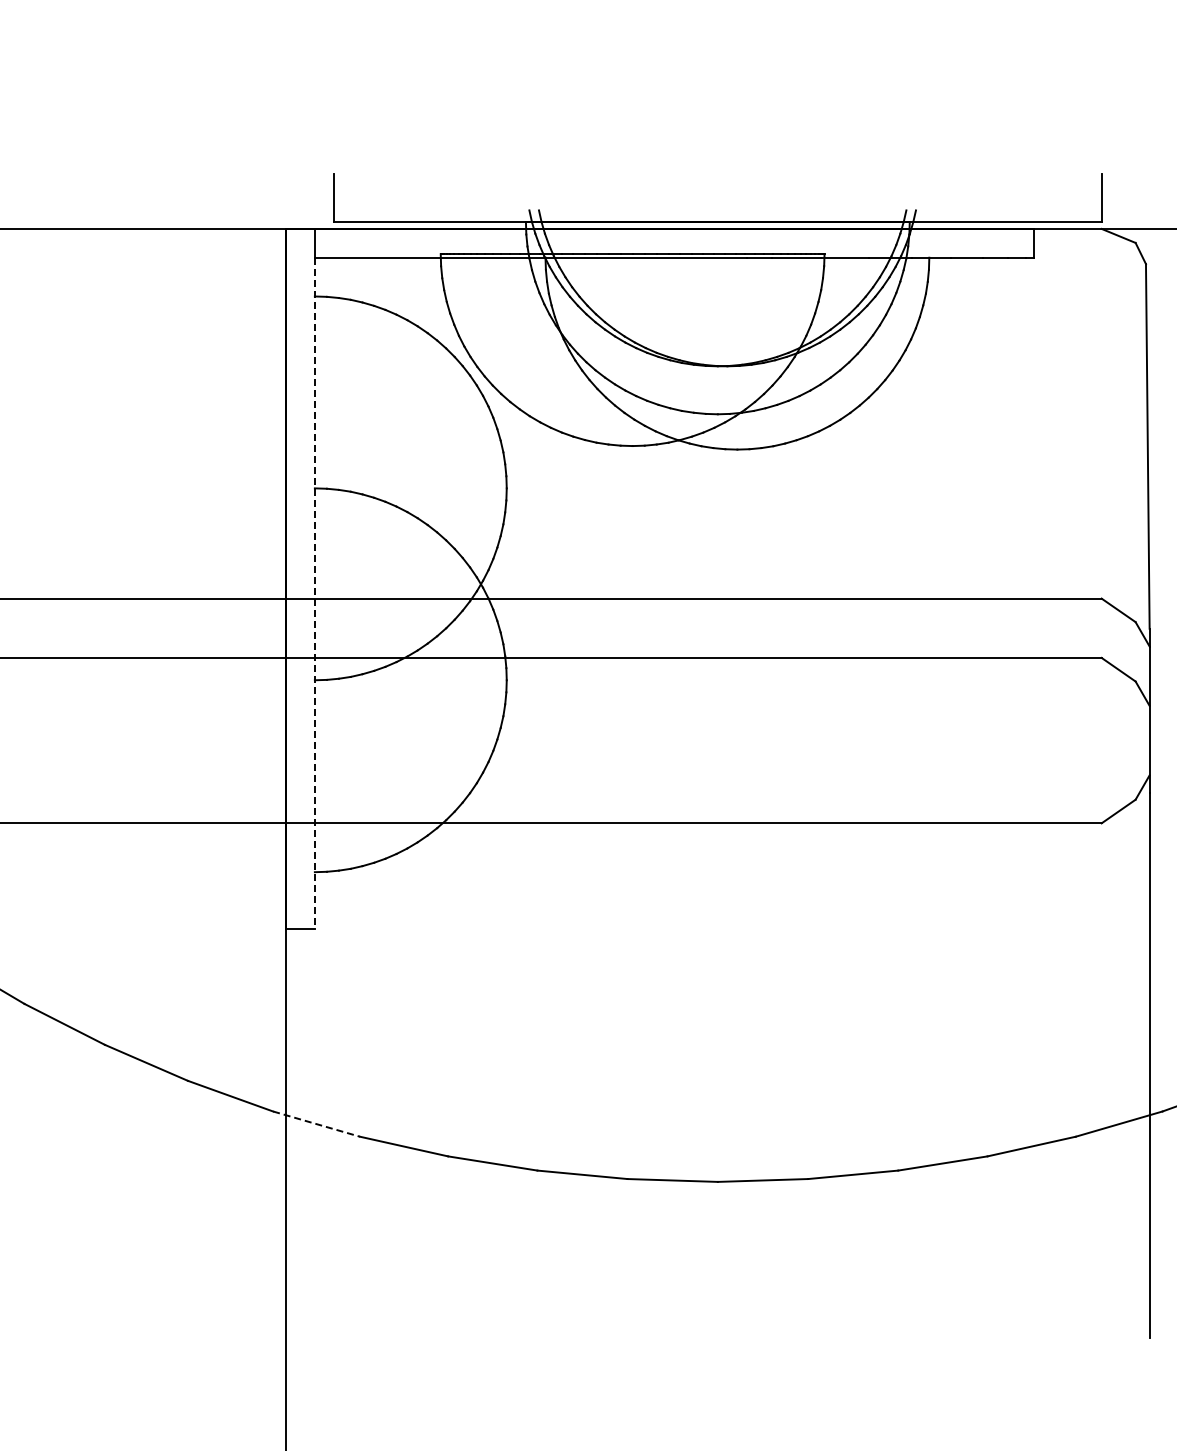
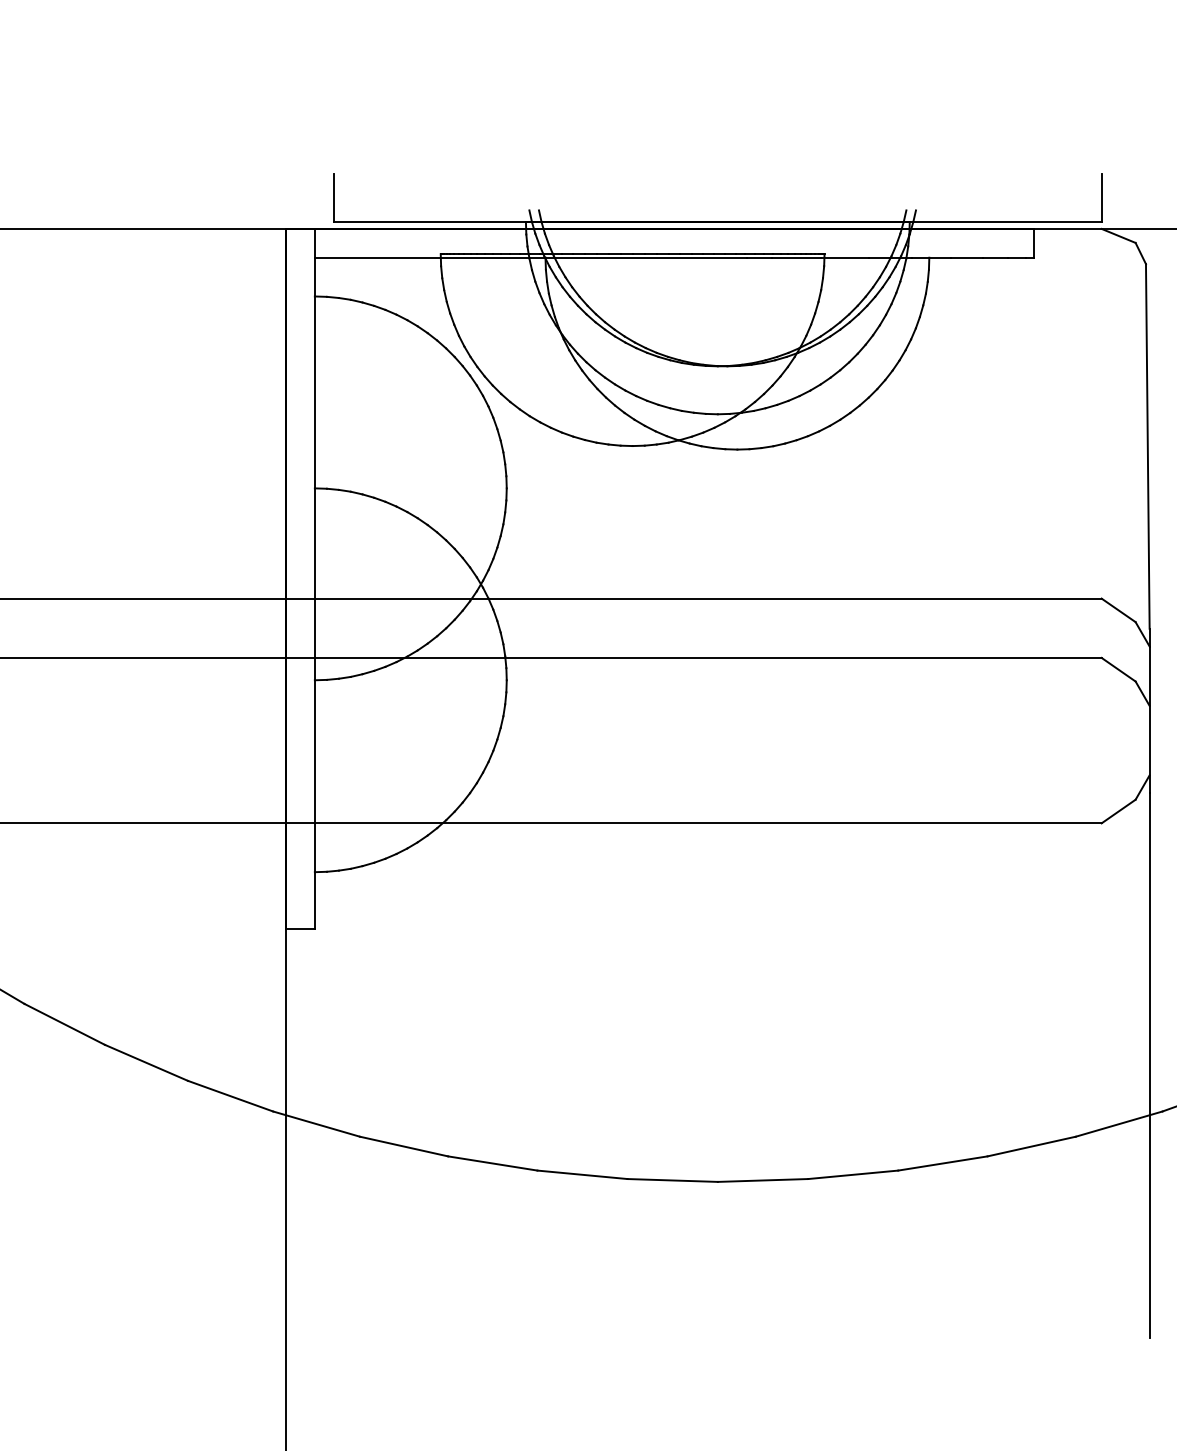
line at (314, 593): dashed -> solid
line at (317, 1124): dashed -> solid
